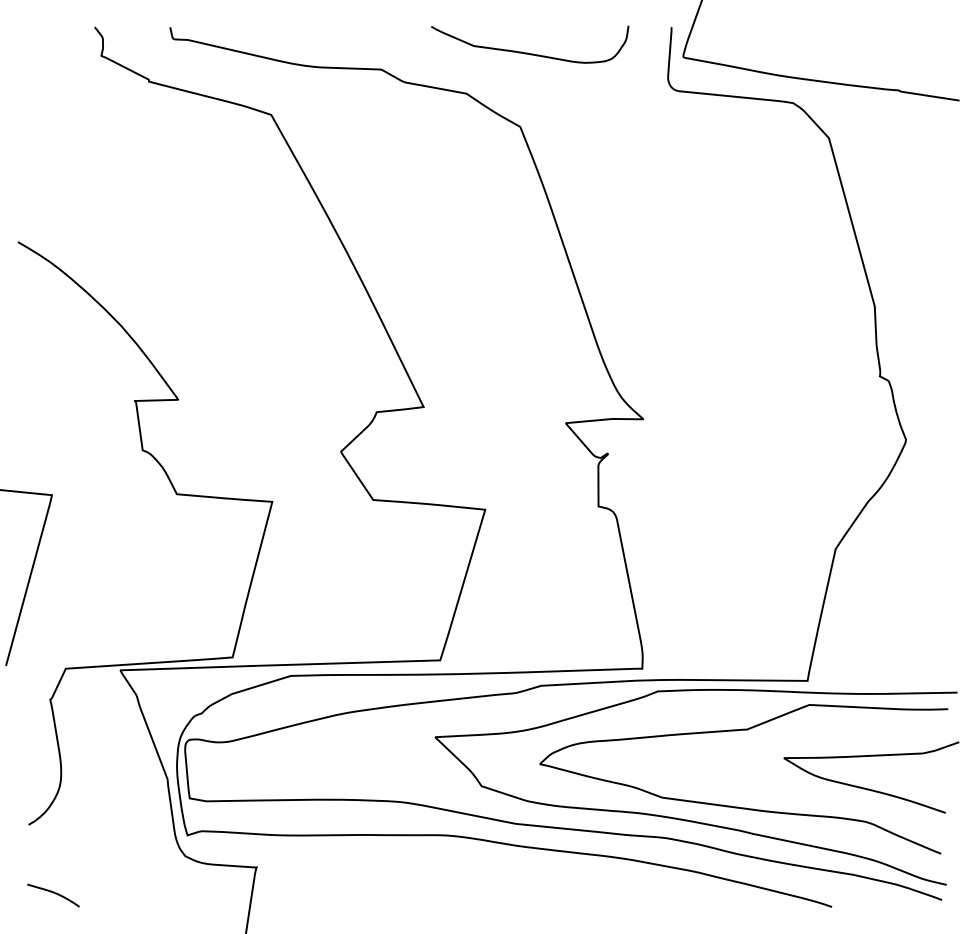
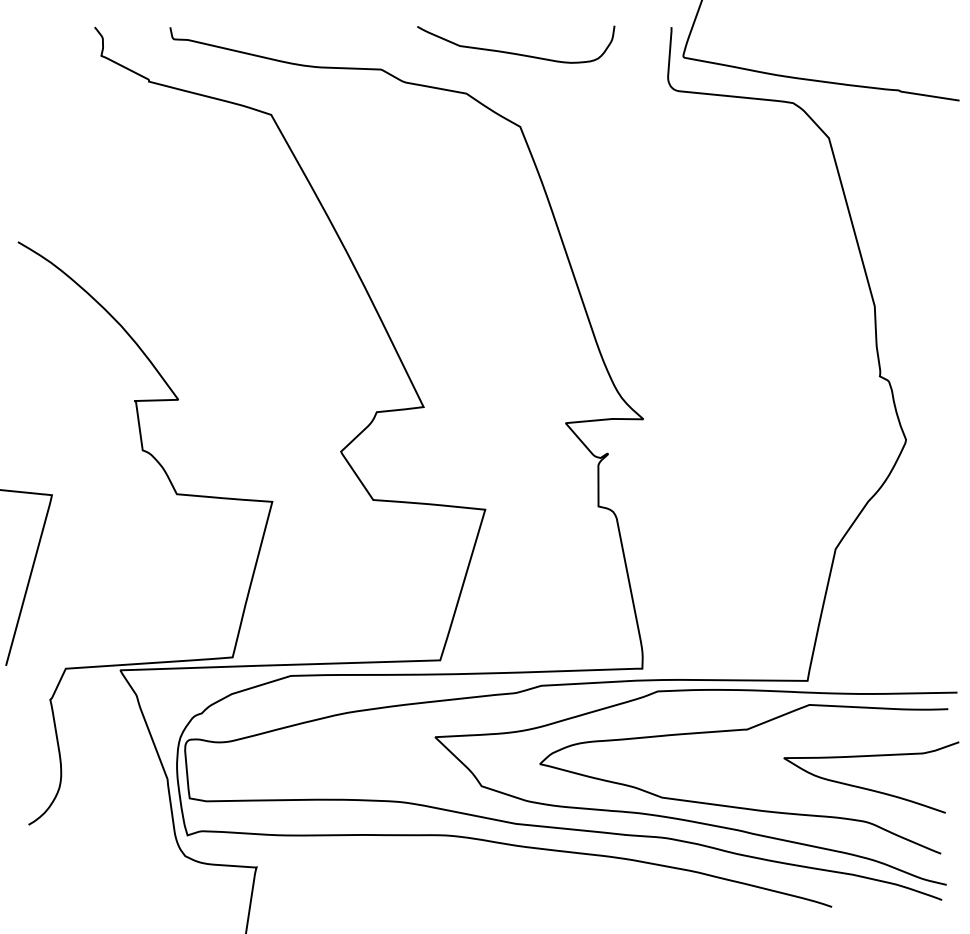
curve at (528, 52) position: (528, 52) -> (514, 52)
curve at (53, 893): present -> none
